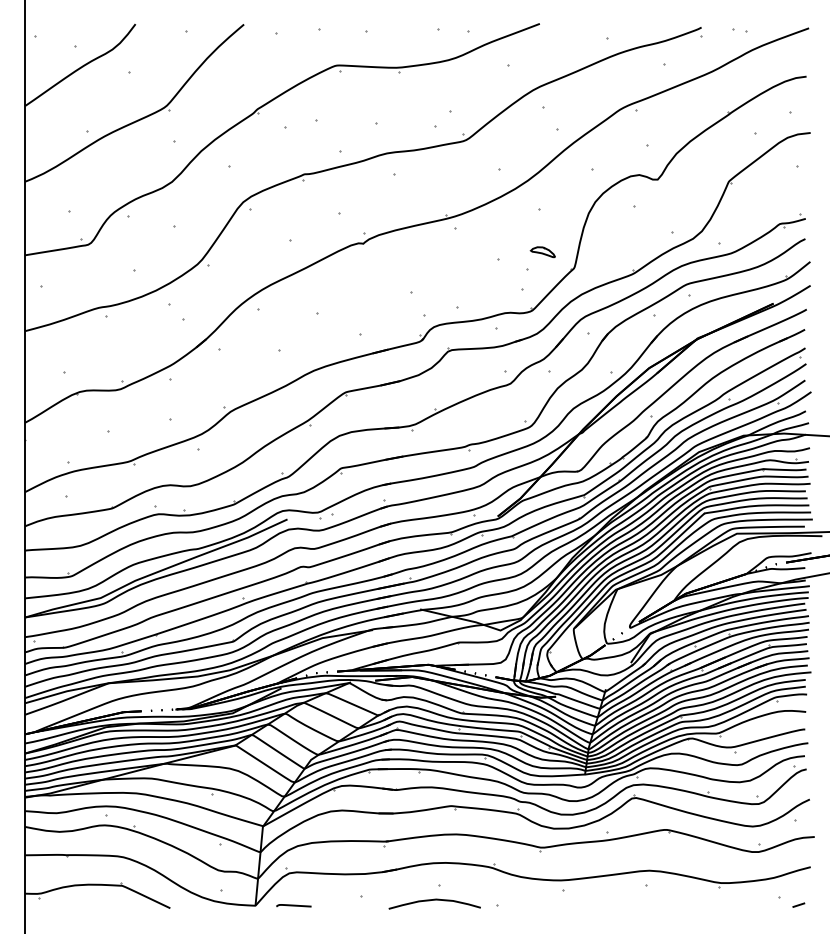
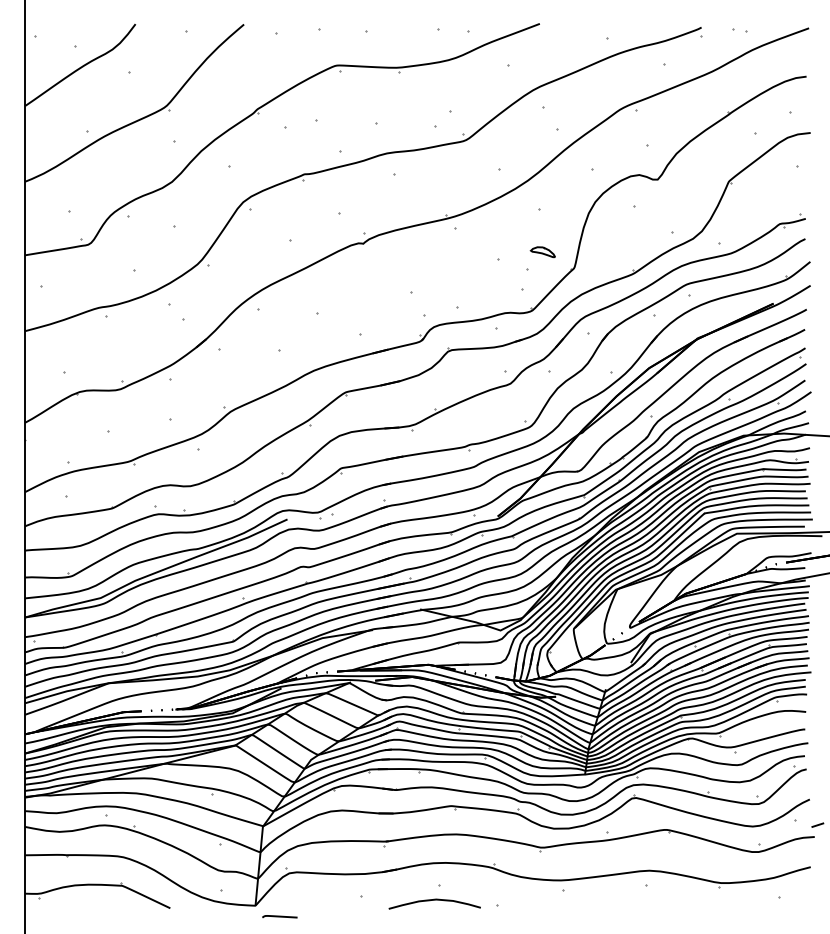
line at (798, 904) position: (798, 904) -> (817, 824)
line at (293, 905) position: (293, 905) -> (279, 916)
